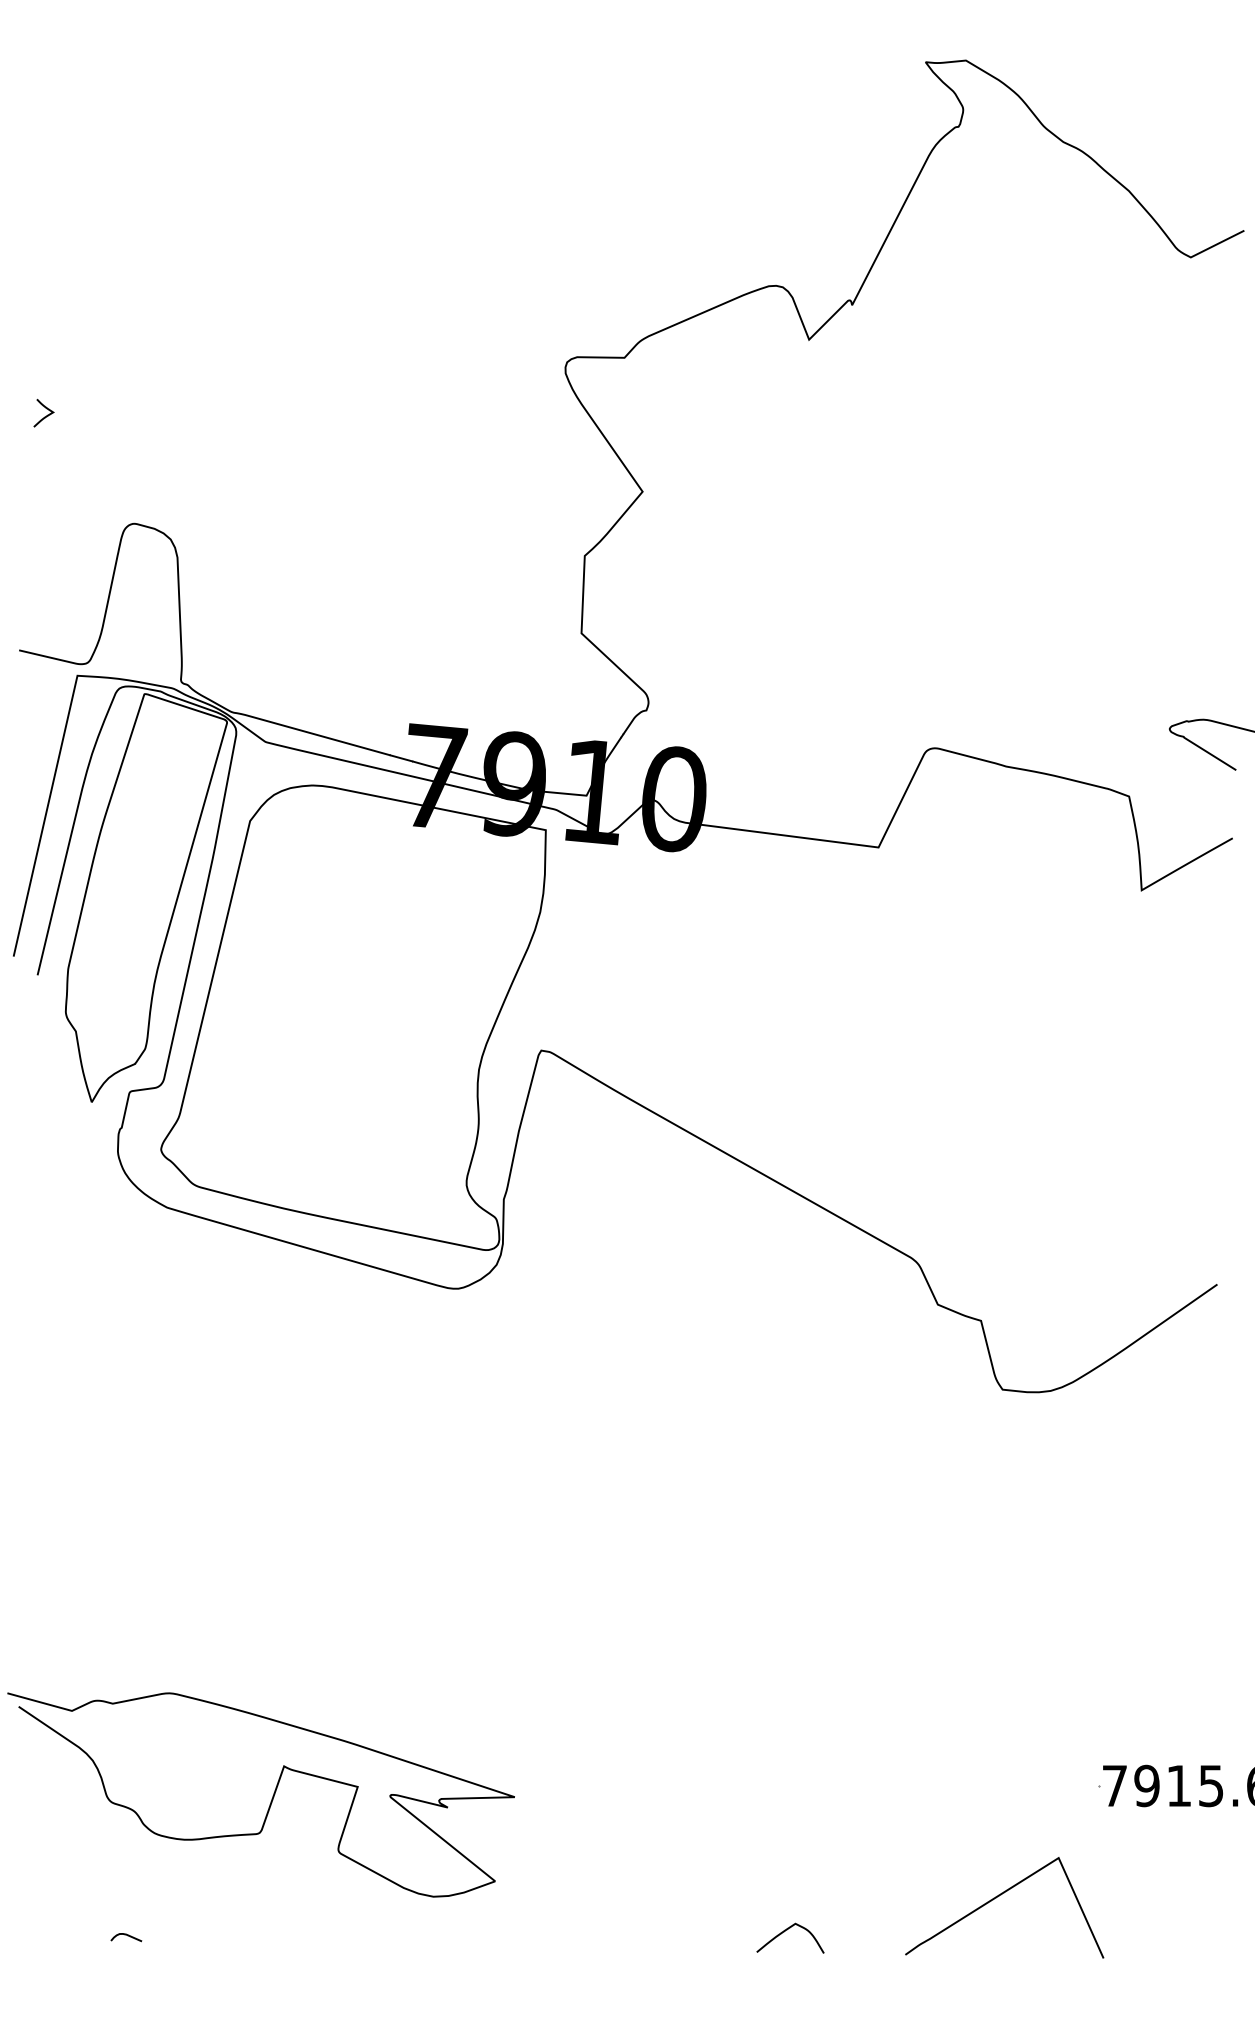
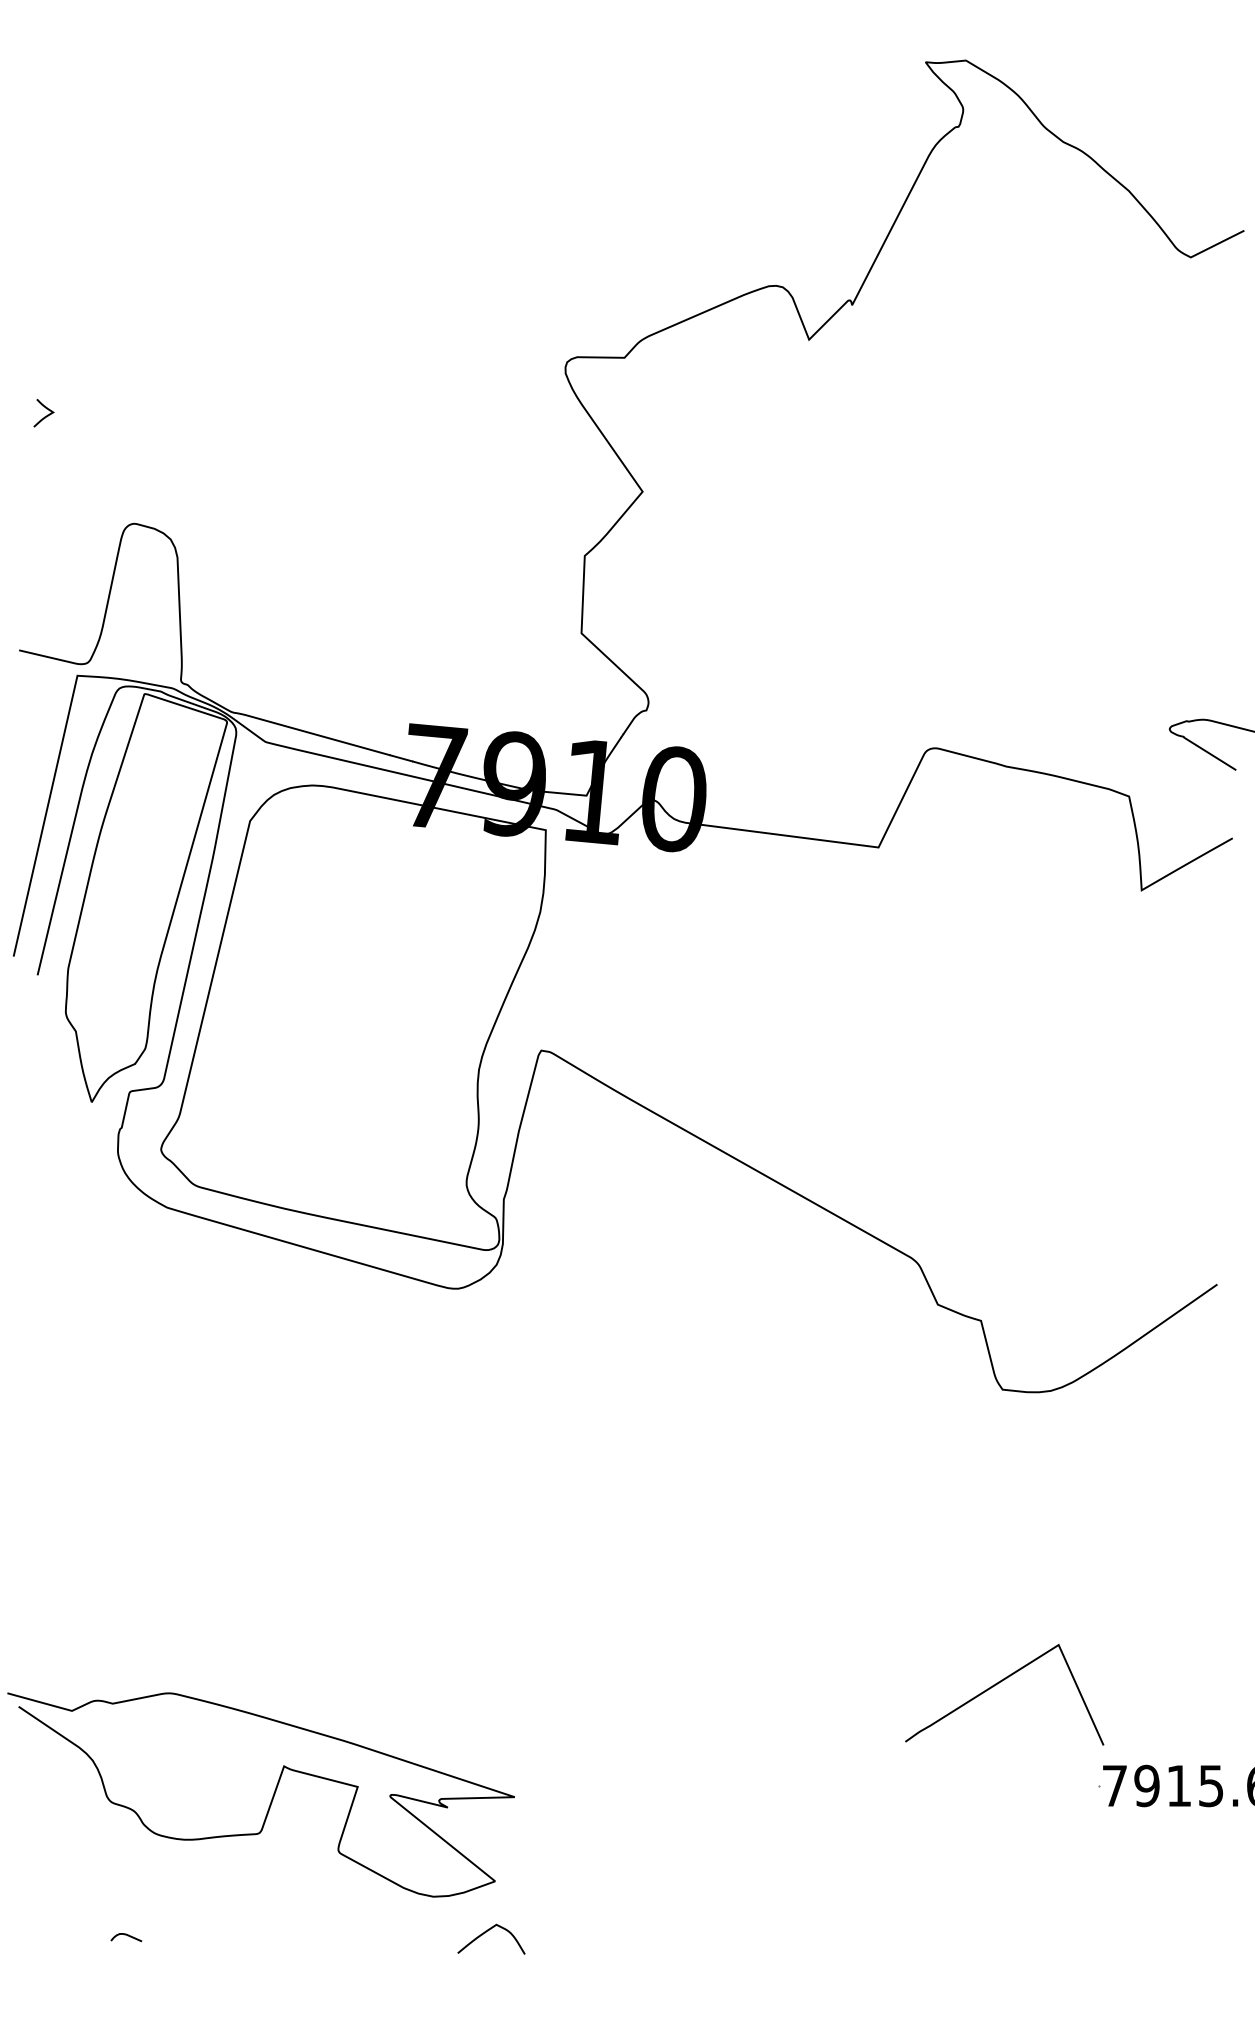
curve at (996, 1898) position: (996, 1898) -> (996, 1685)
curve at (787, 1930) position: (787, 1930) -> (488, 1931)
